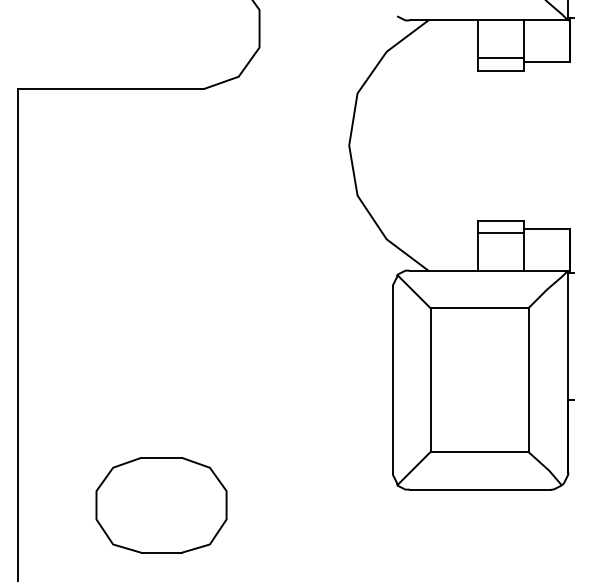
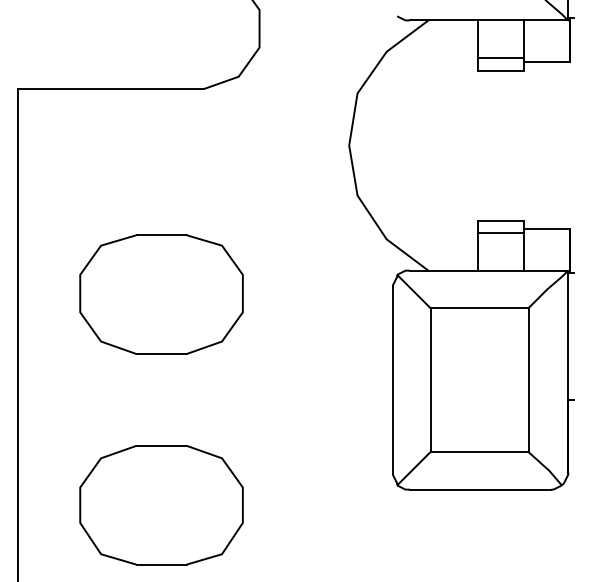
part at (161, 294): none -> present
part at (161, 505) size: 133x97 px -> 165x121 px
